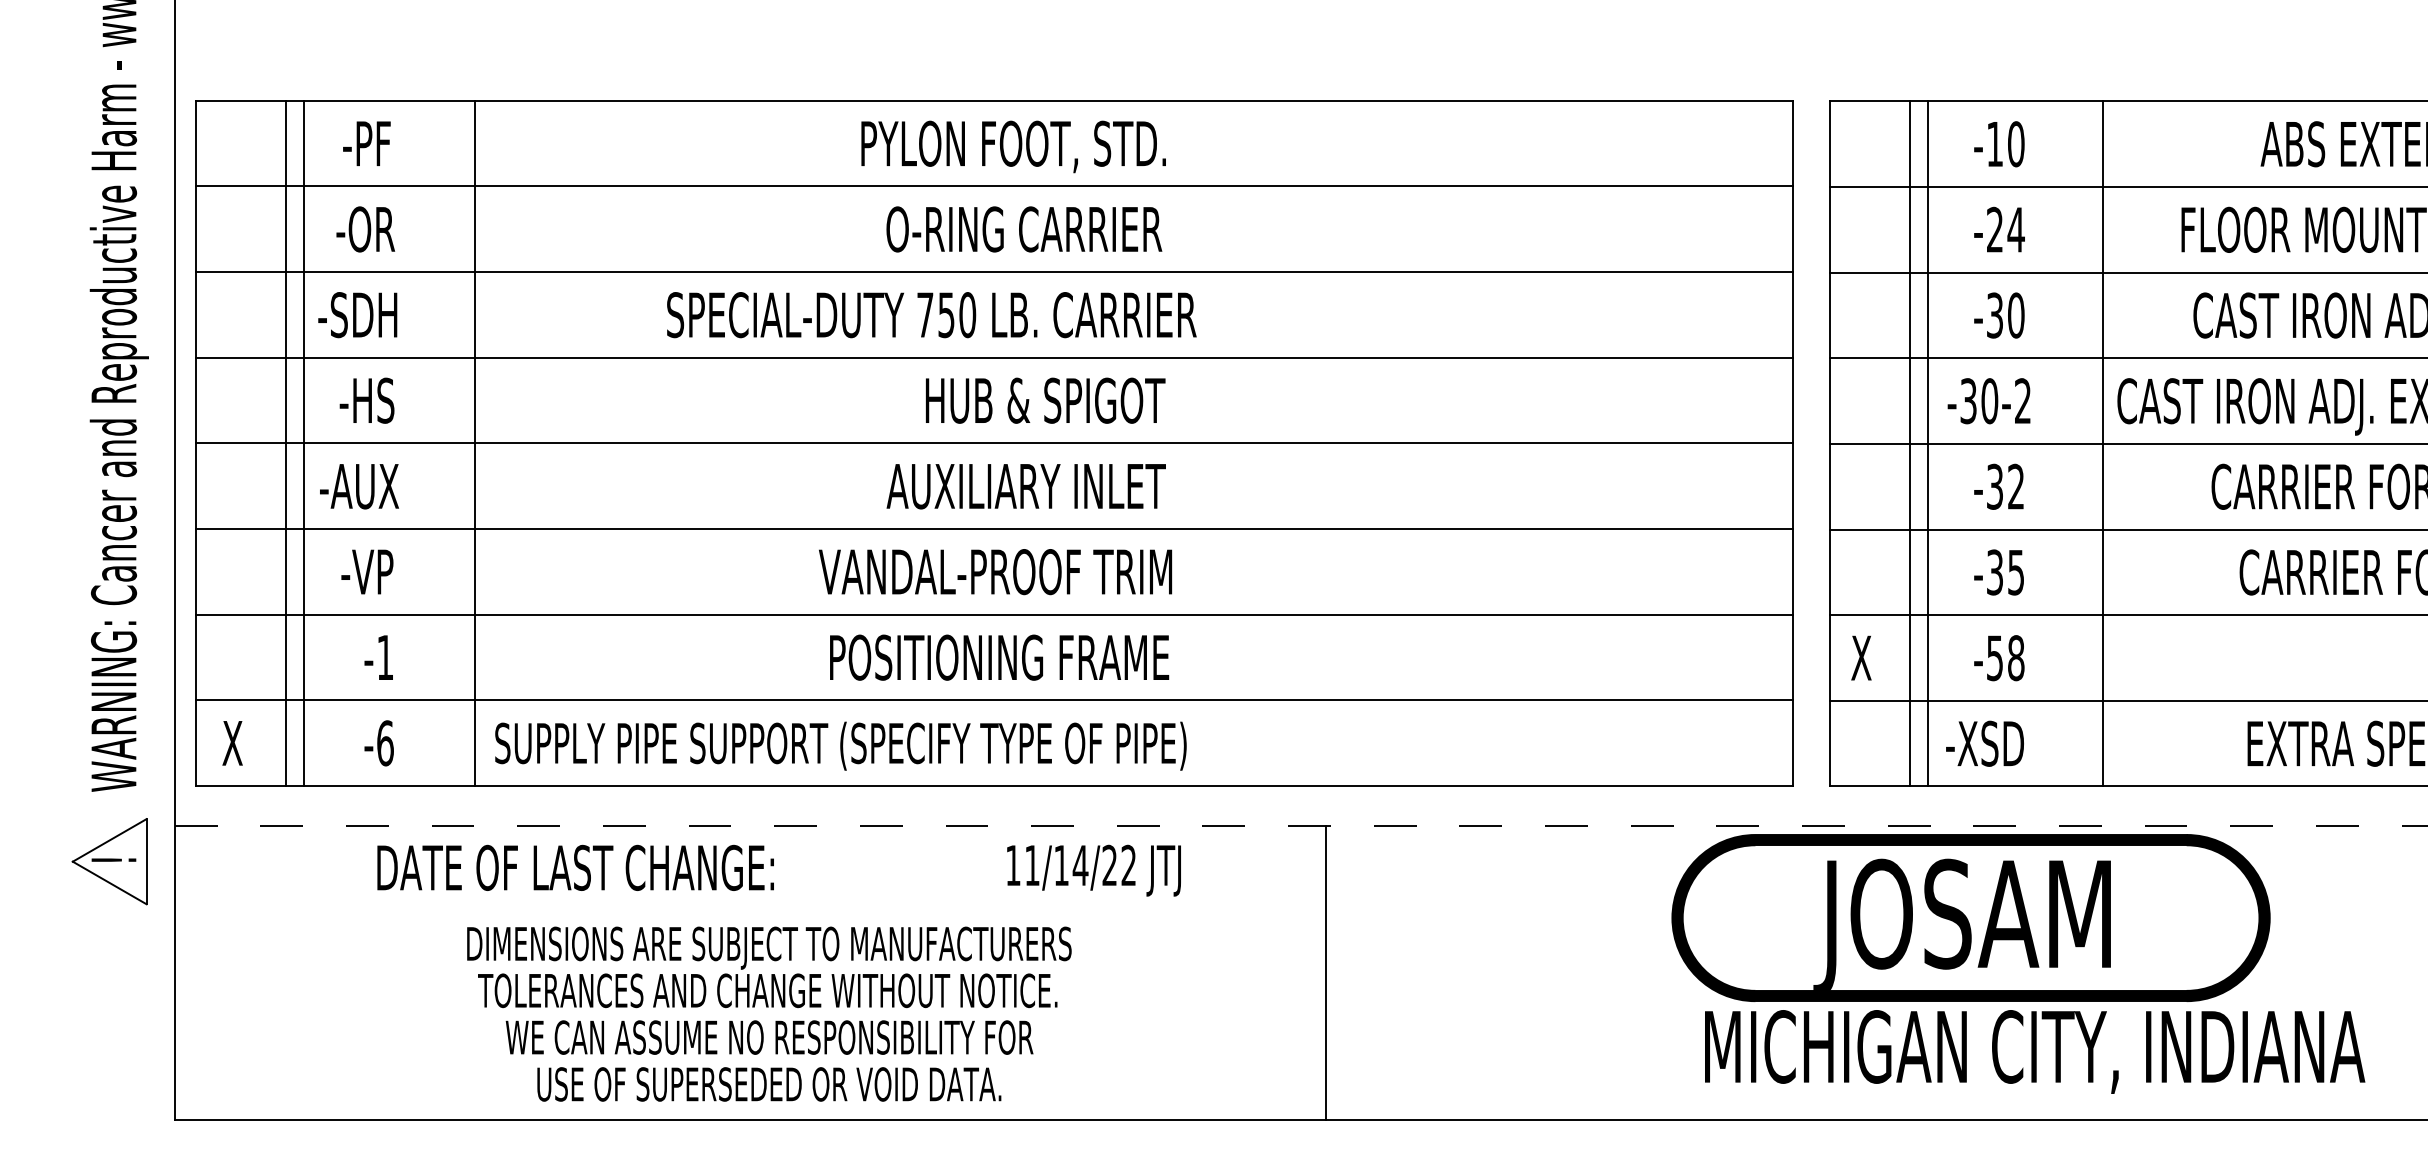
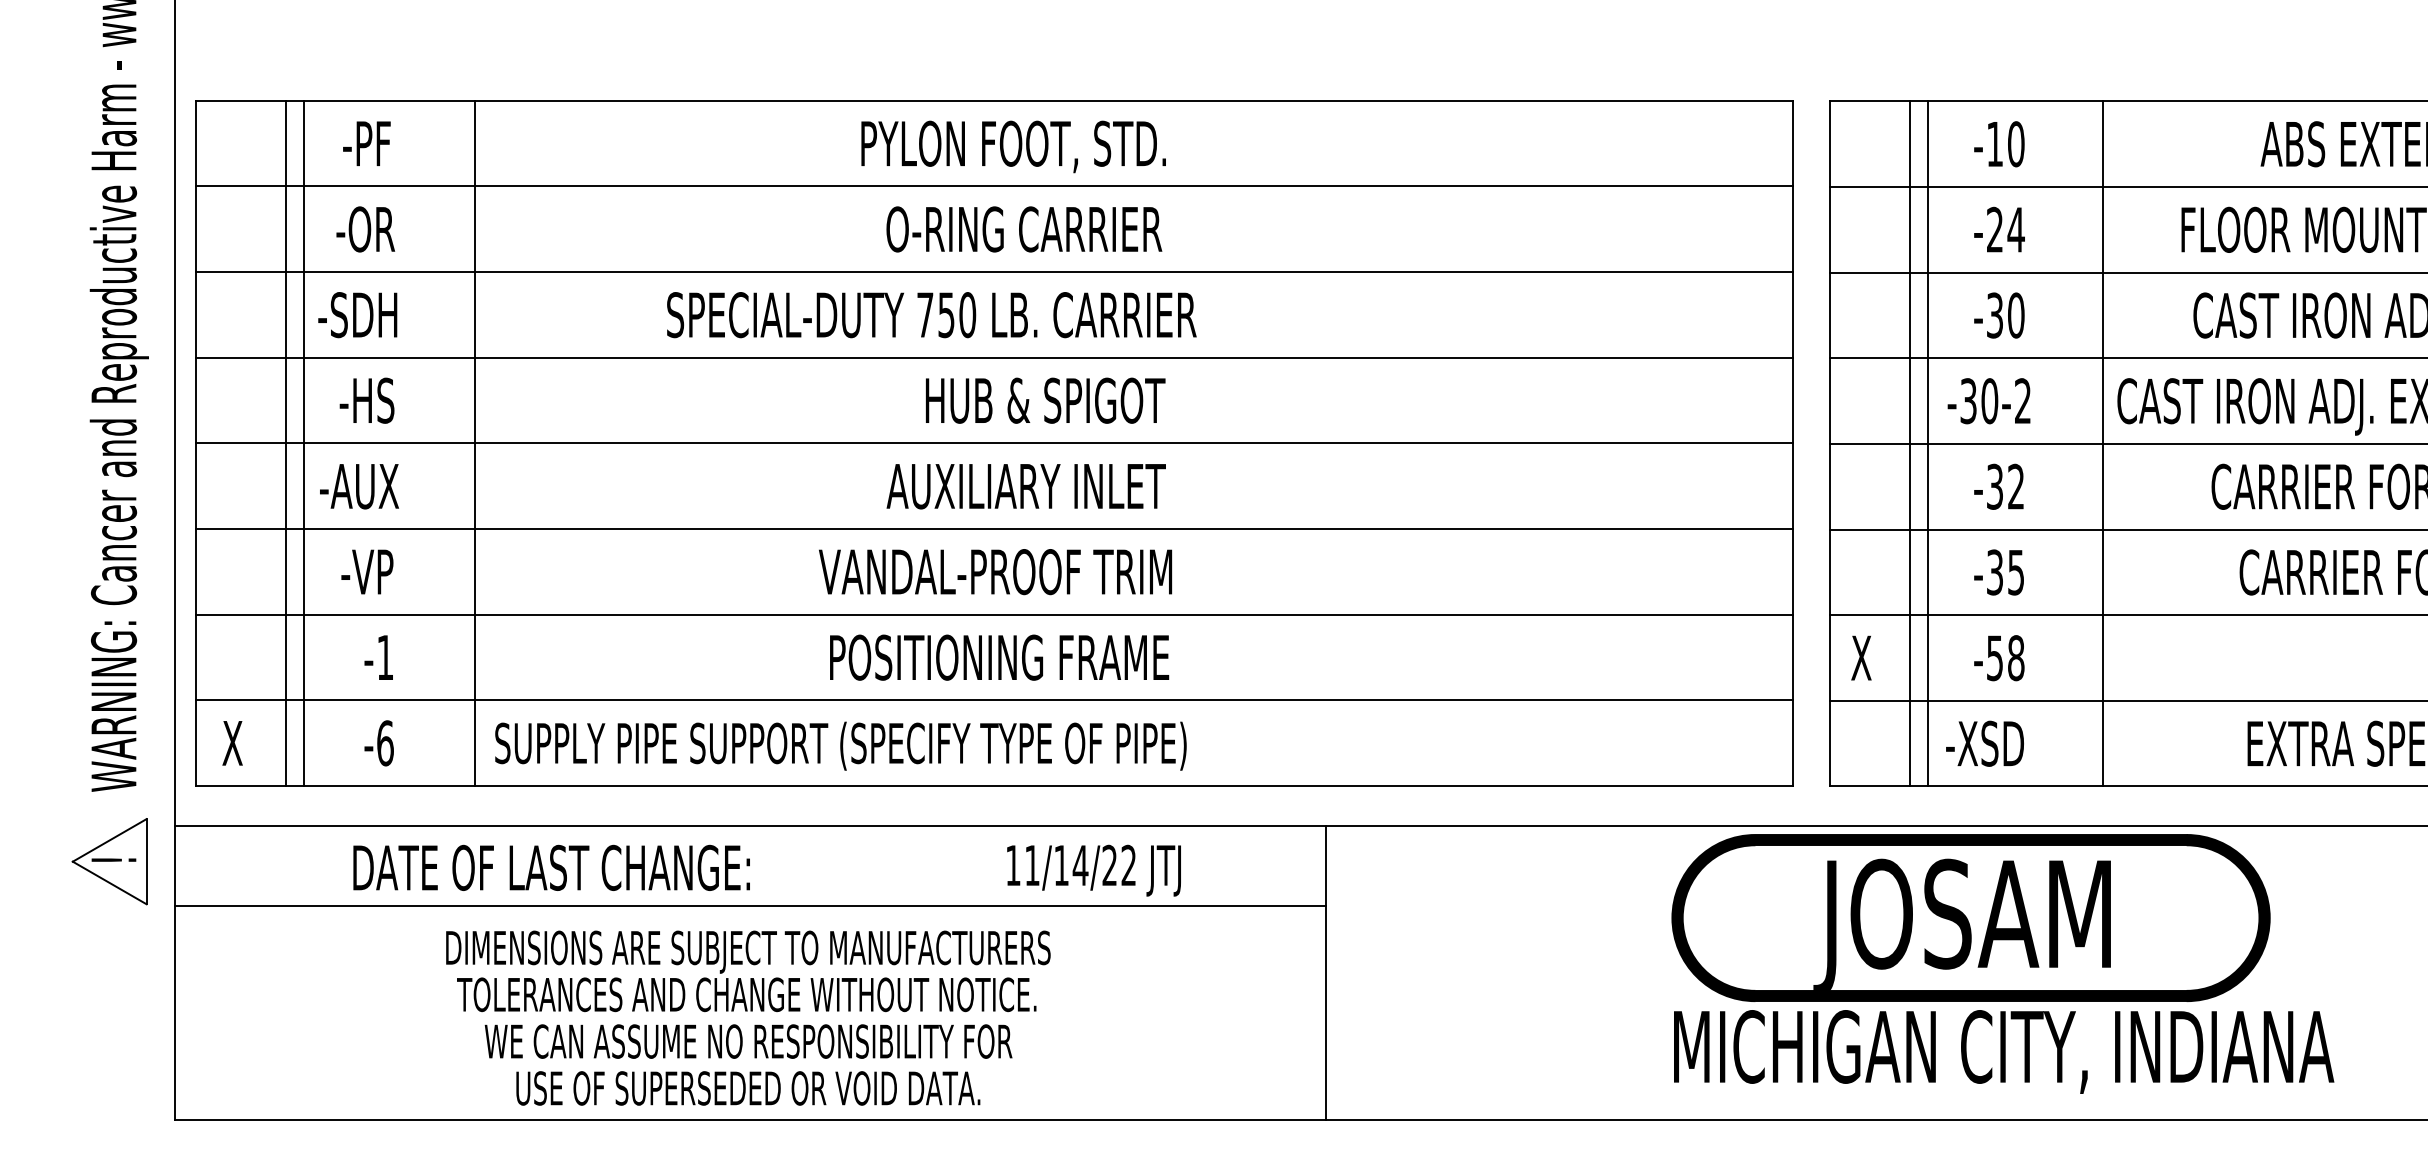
line at (1301, 825): dashed -> solid
text at (575, 867) position: (575, 867) -> (551, 867)
line at (749, 906): none -> present
text at (769, 1013) position: (769, 1013) -> (748, 1017)
text at (2035, 1051) position: (2035, 1051) -> (2004, 1051)
